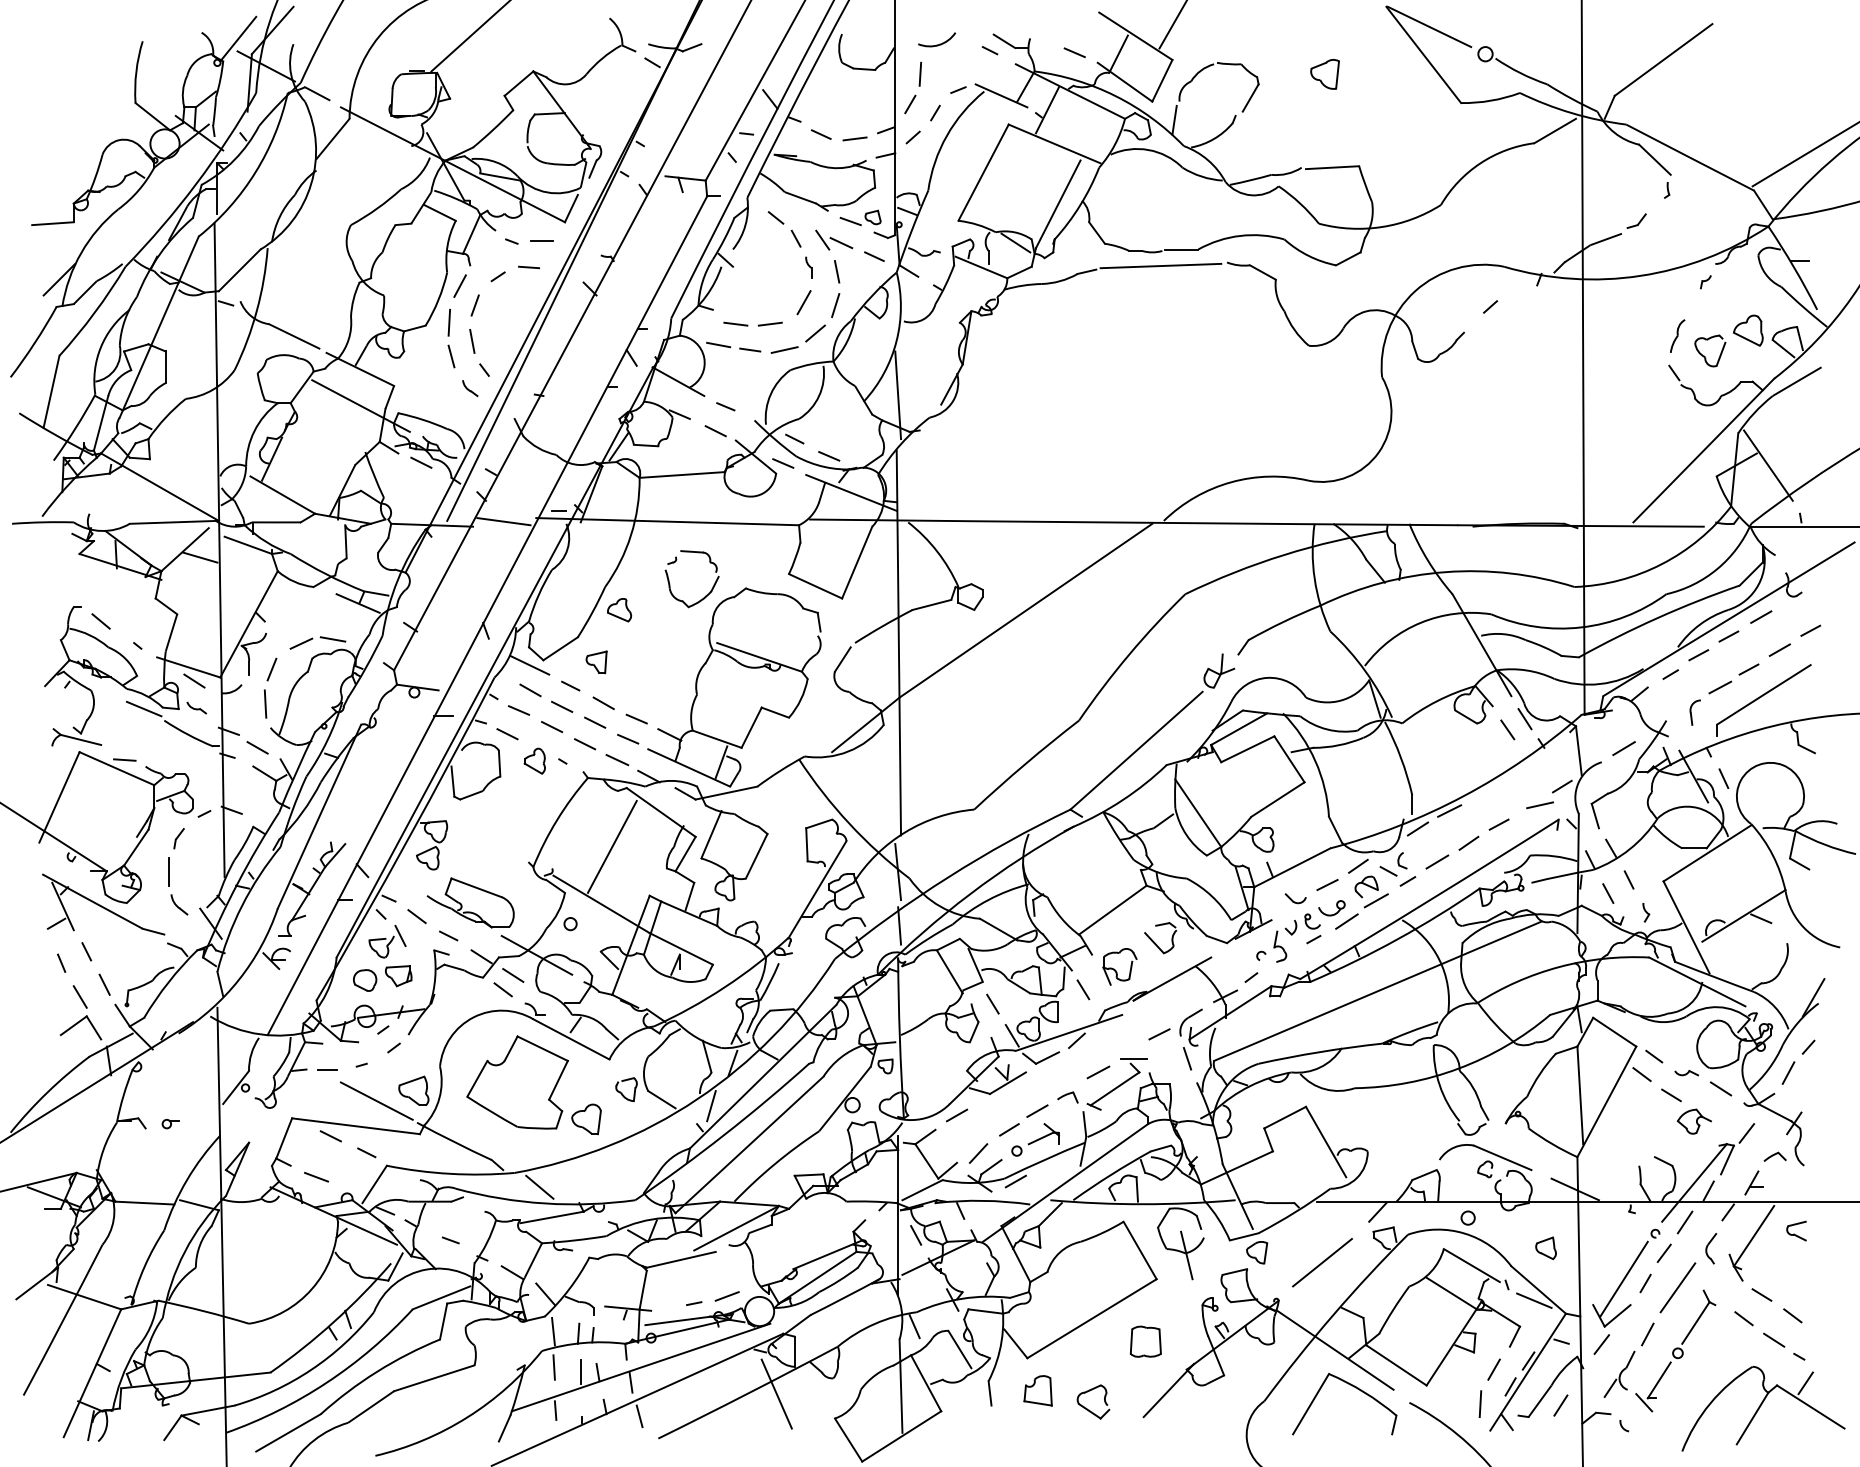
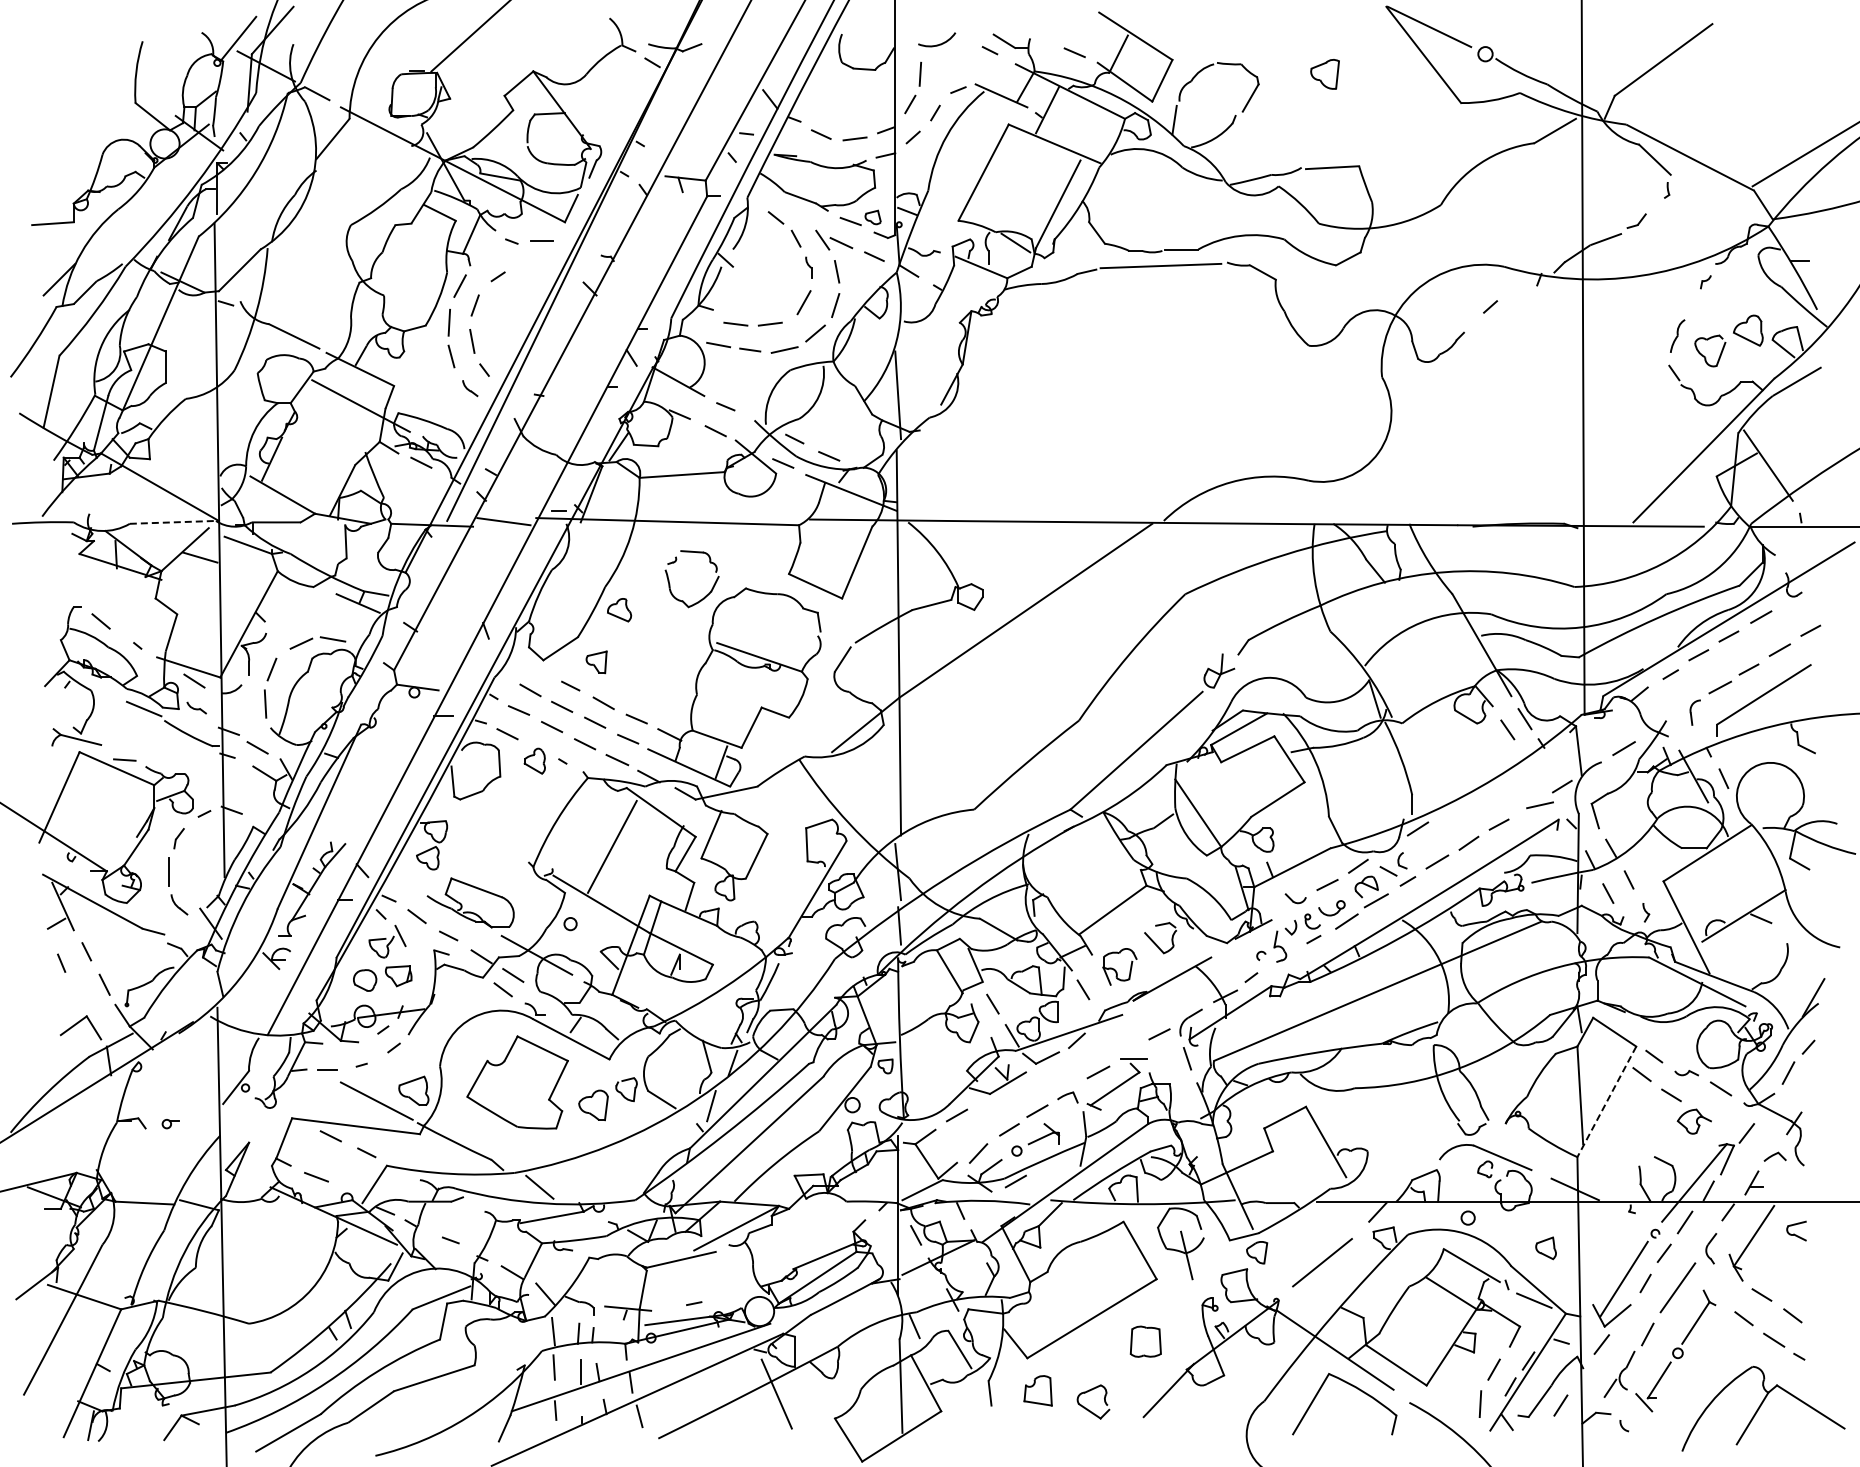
line at (1172, 25): present -> none
line at (528, 267): present -> none
line at (173, 522): solid -> dashed
line at (529, 664): present -> none
line at (1449, 810): present -> none
line at (79, 996): present -> none
line at (1606, 1101): solid -> dashed
part at (586, 1119) position: (586, 1119) -> (593, 1105)
line at (726, 1296): present -> none
line at (1805, 1383): present -> none
